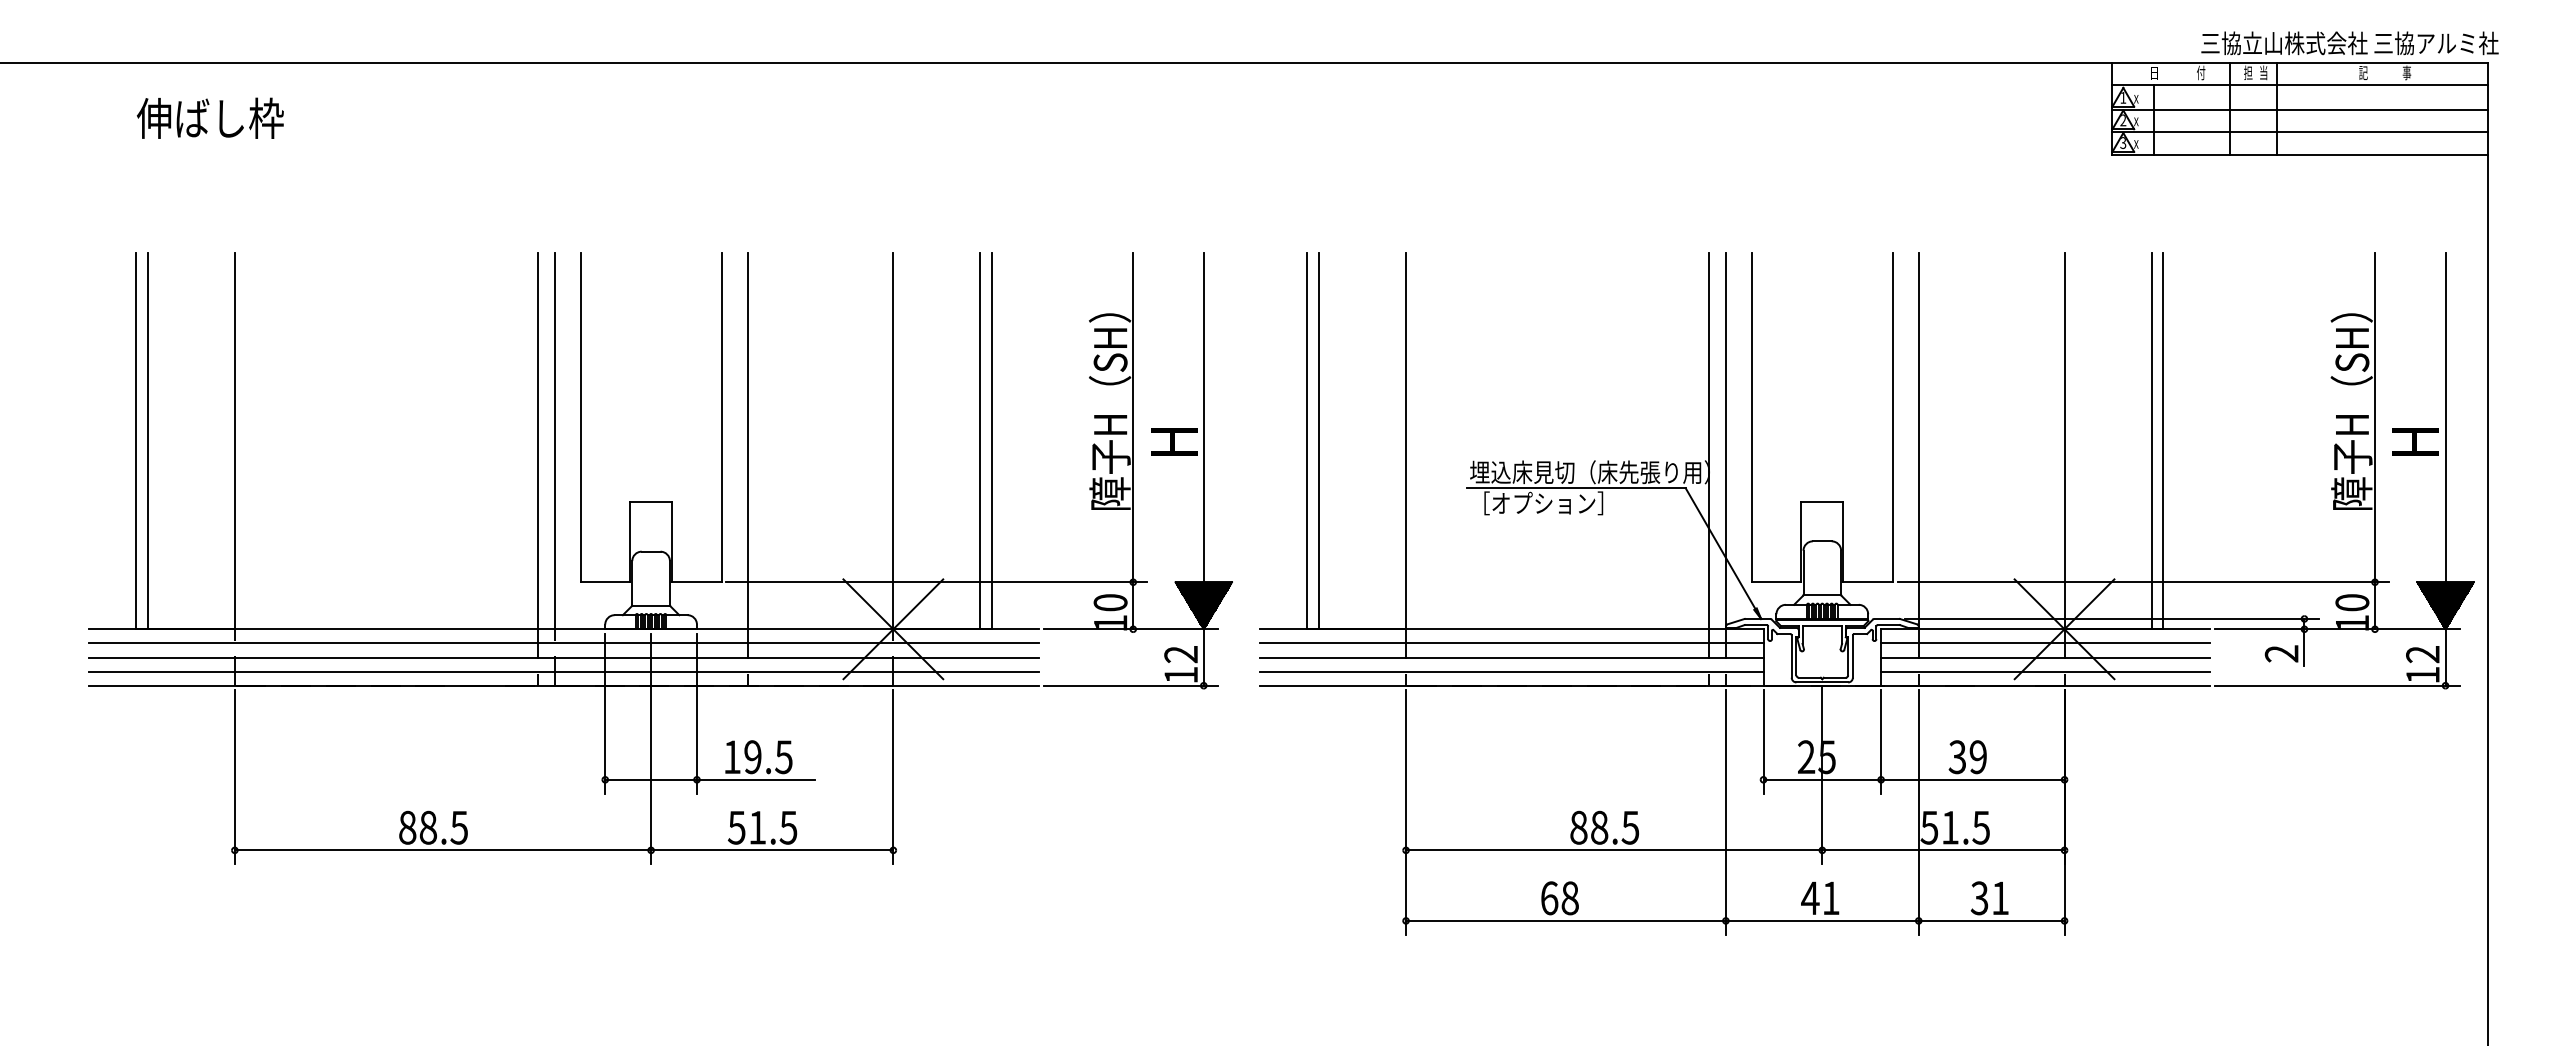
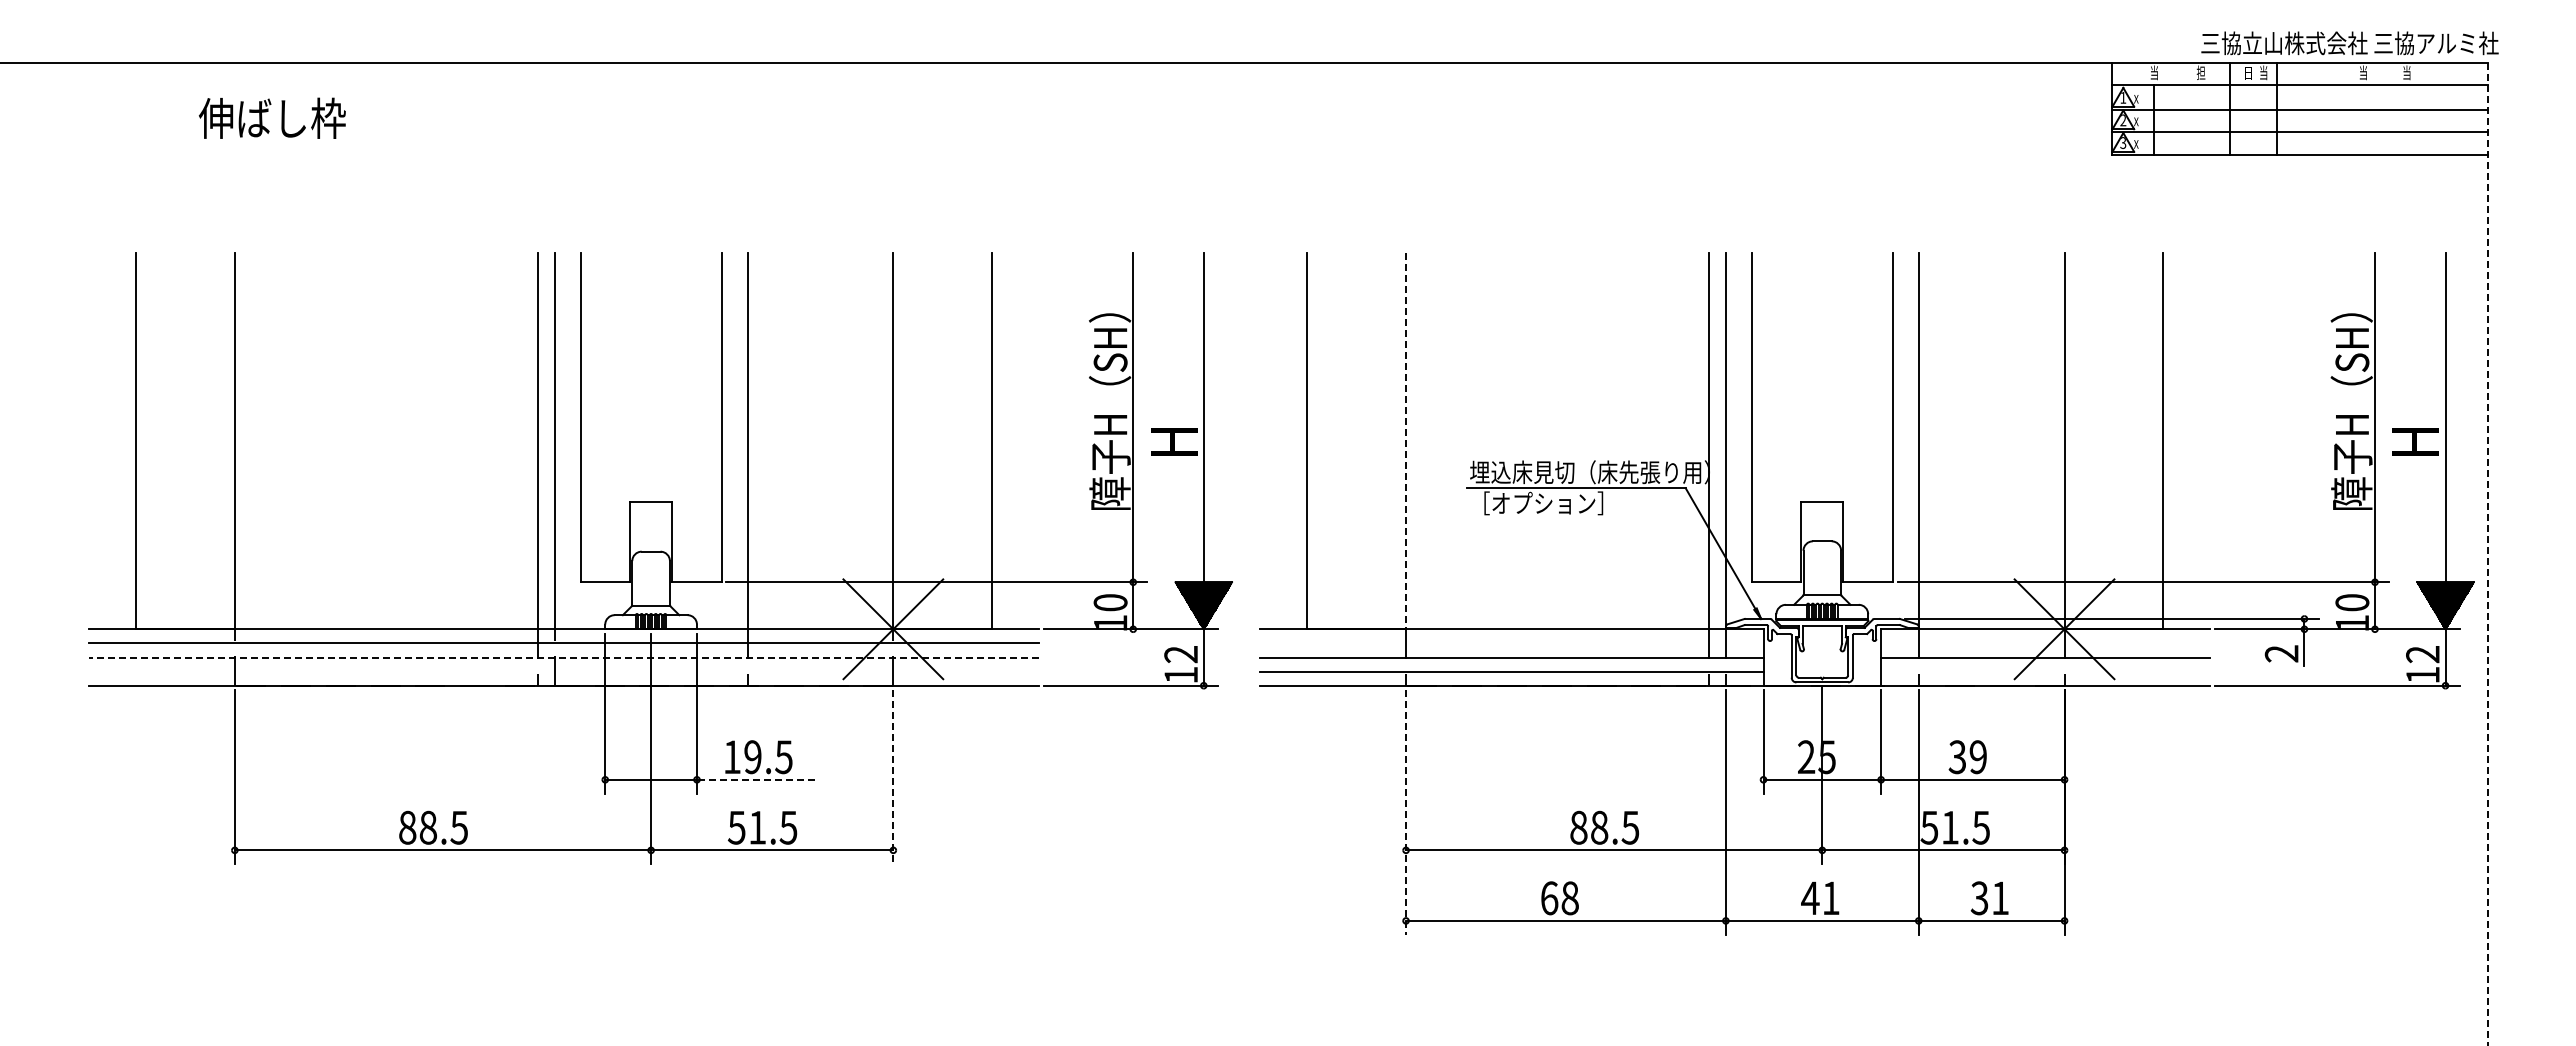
text at (2153, 72): 日 -> 当
text at (2200, 72): 付 -> 担
text at (2248, 72): 担 -> 日
text at (2363, 72): 記 -> 当
text at (2406, 73): 事 -> 当
text at (209, 117) position: (209, 117) -> (271, 117)
line at (147, 441): present -> none
line at (980, 441): present -> none
line at (1319, 441): present -> none
line at (1406, 441): solid -> dashed
line at (2151, 441): present -> none
line at (2487, 554): solid -> dashed
line at (1511, 643): present -> none
line at (2045, 643): present -> none
line at (563, 657): solid -> dashed
line at (564, 671): present -> none
line at (2045, 671): present -> none
line at (893, 777): solid -> dashed
line at (755, 779): solid -> dashed
line at (1406, 813): solid -> dashed
